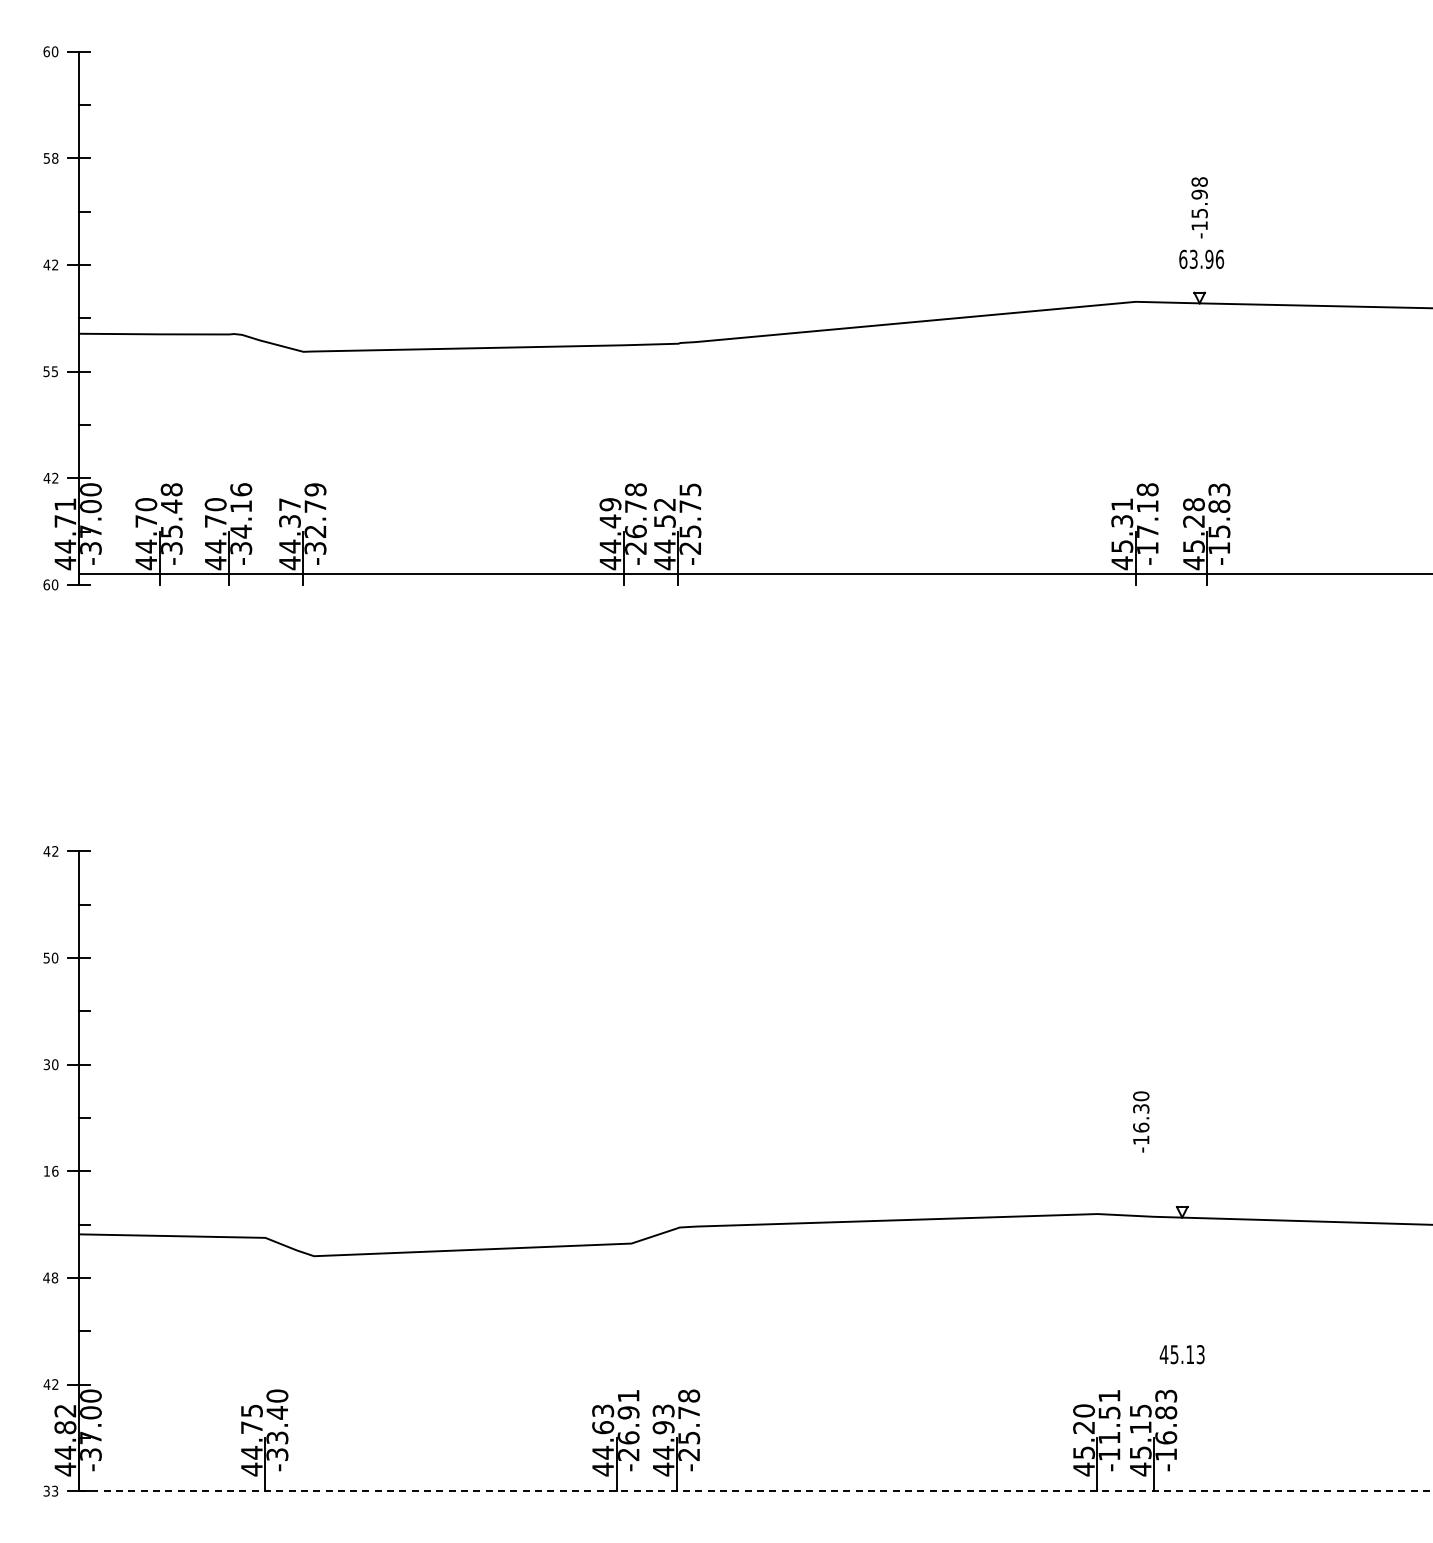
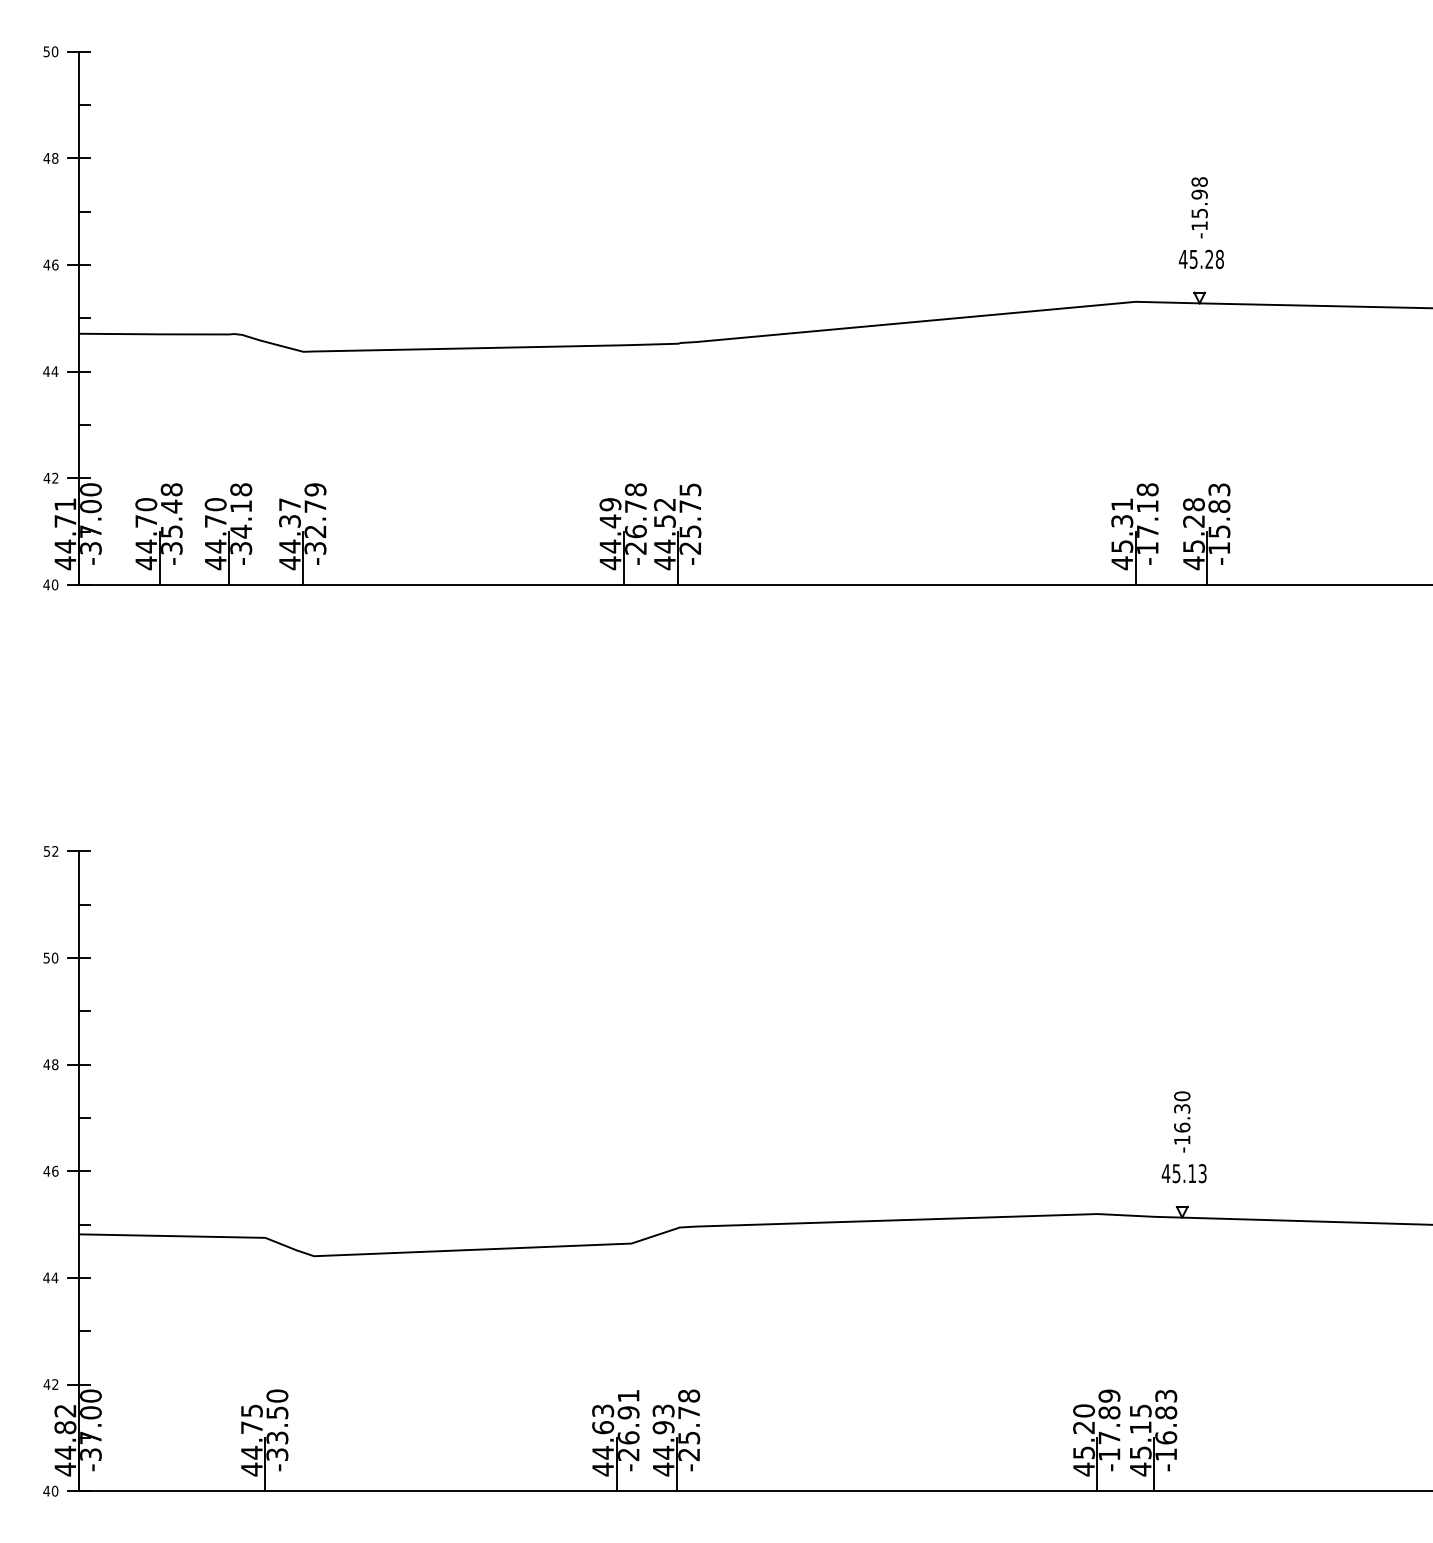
text at (46, 51): 60 -> 50
text at (46, 158): 58 -> 48
text at (1201, 258): 63.96 -> 45.28
text at (55, 264): 42 -> 46
text at (50, 371): 55 -> 44
text at (240, 489): -34.16 -> -34.18
line at (753, 573) position: (753, 573) -> (753, 584)
text at (46, 584): 60 -> 40
text at (46, 851): 42 -> 52
text at (50, 1064): 30 -> 48
text at (1141, 1121) position: (1141, 1121) -> (1182, 1121)
text at (46, 1171): 16 -> 46
text at (54, 1277): 48 -> 44
text at (1181, 1354) position: (1181, 1354) -> (1183, 1173)
text at (277, 1412): -33.40 -> -33.50
text at (1109, 1416): -11.51 -> -17.89
text at (50, 1490): 33 -> 40
line at (755, 1491): dashed -> solid
